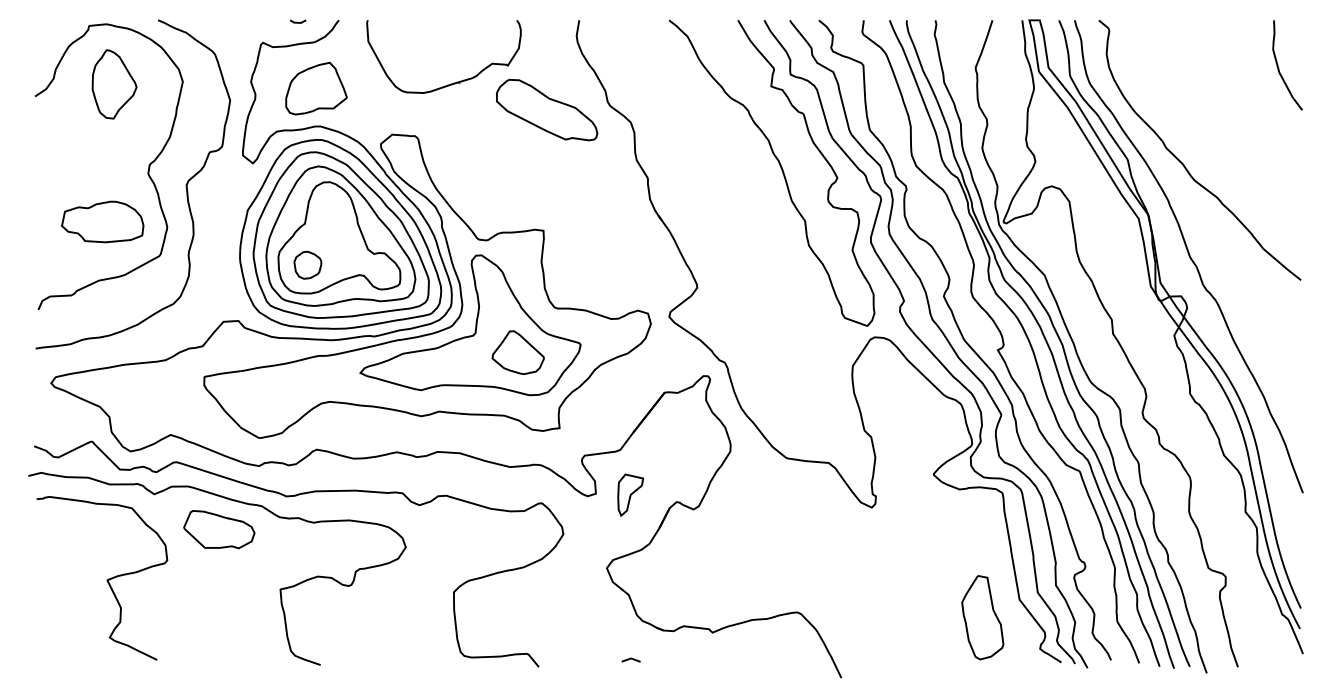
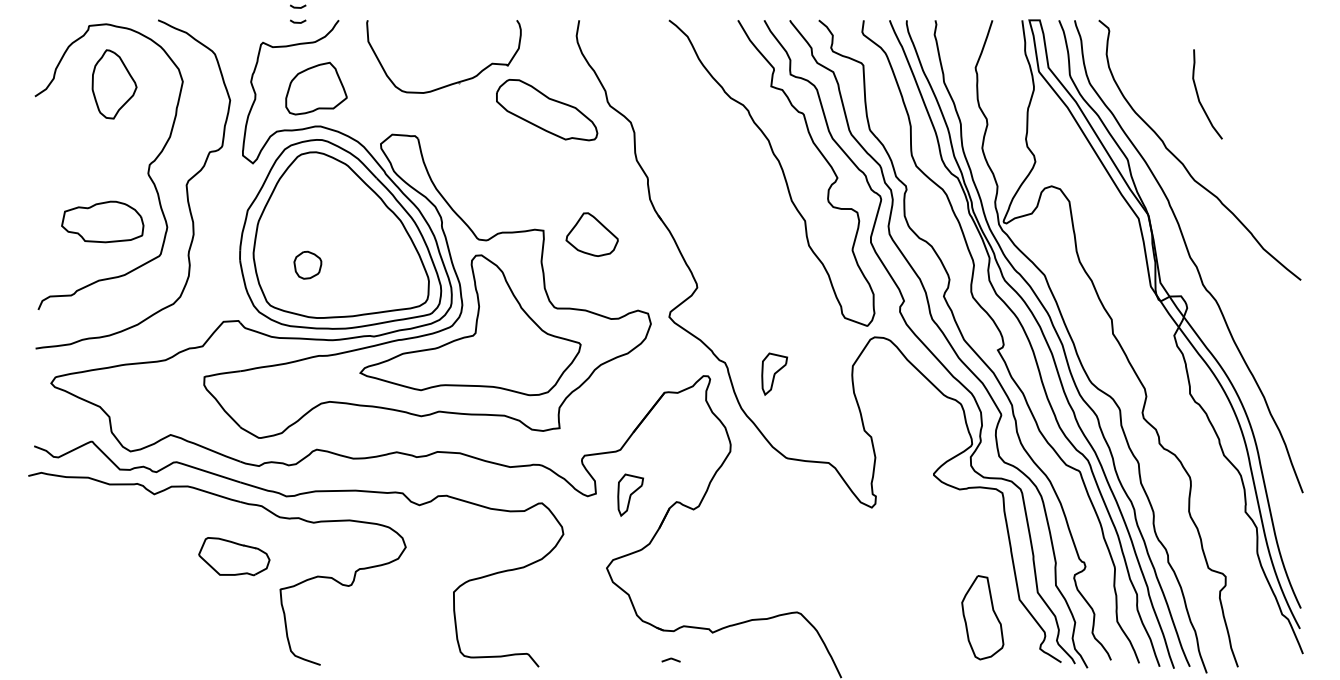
line at (297, 6): none -> present
curve at (1279, 68) position: (1279, 68) -> (1199, 97)
part at (340, 235): present -> none
part at (517, 352) position: (517, 352) -> (591, 234)
part at (774, 373): none -> present
part at (219, 529) position: (219, 529) -> (234, 556)
curve at (106, 580): present -> none
line at (630, 659) position: (630, 659) -> (670, 659)
